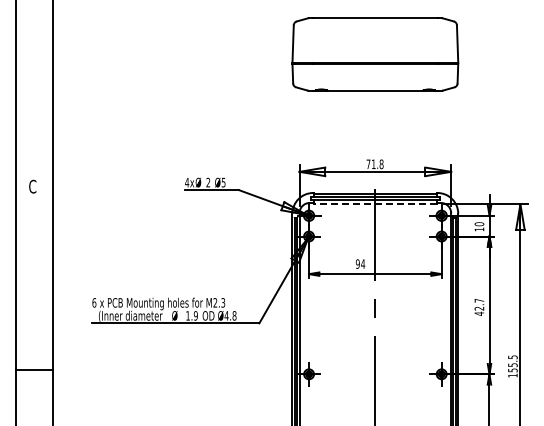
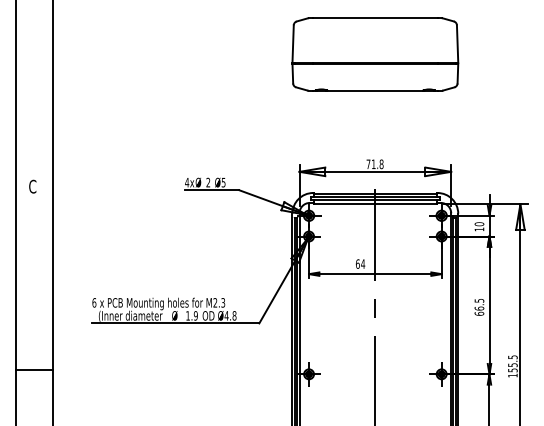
line at (374, 204): dashed -> solid
text at (357, 263): 94 -> 64
text at (479, 307): 42.7 -> 66.5
